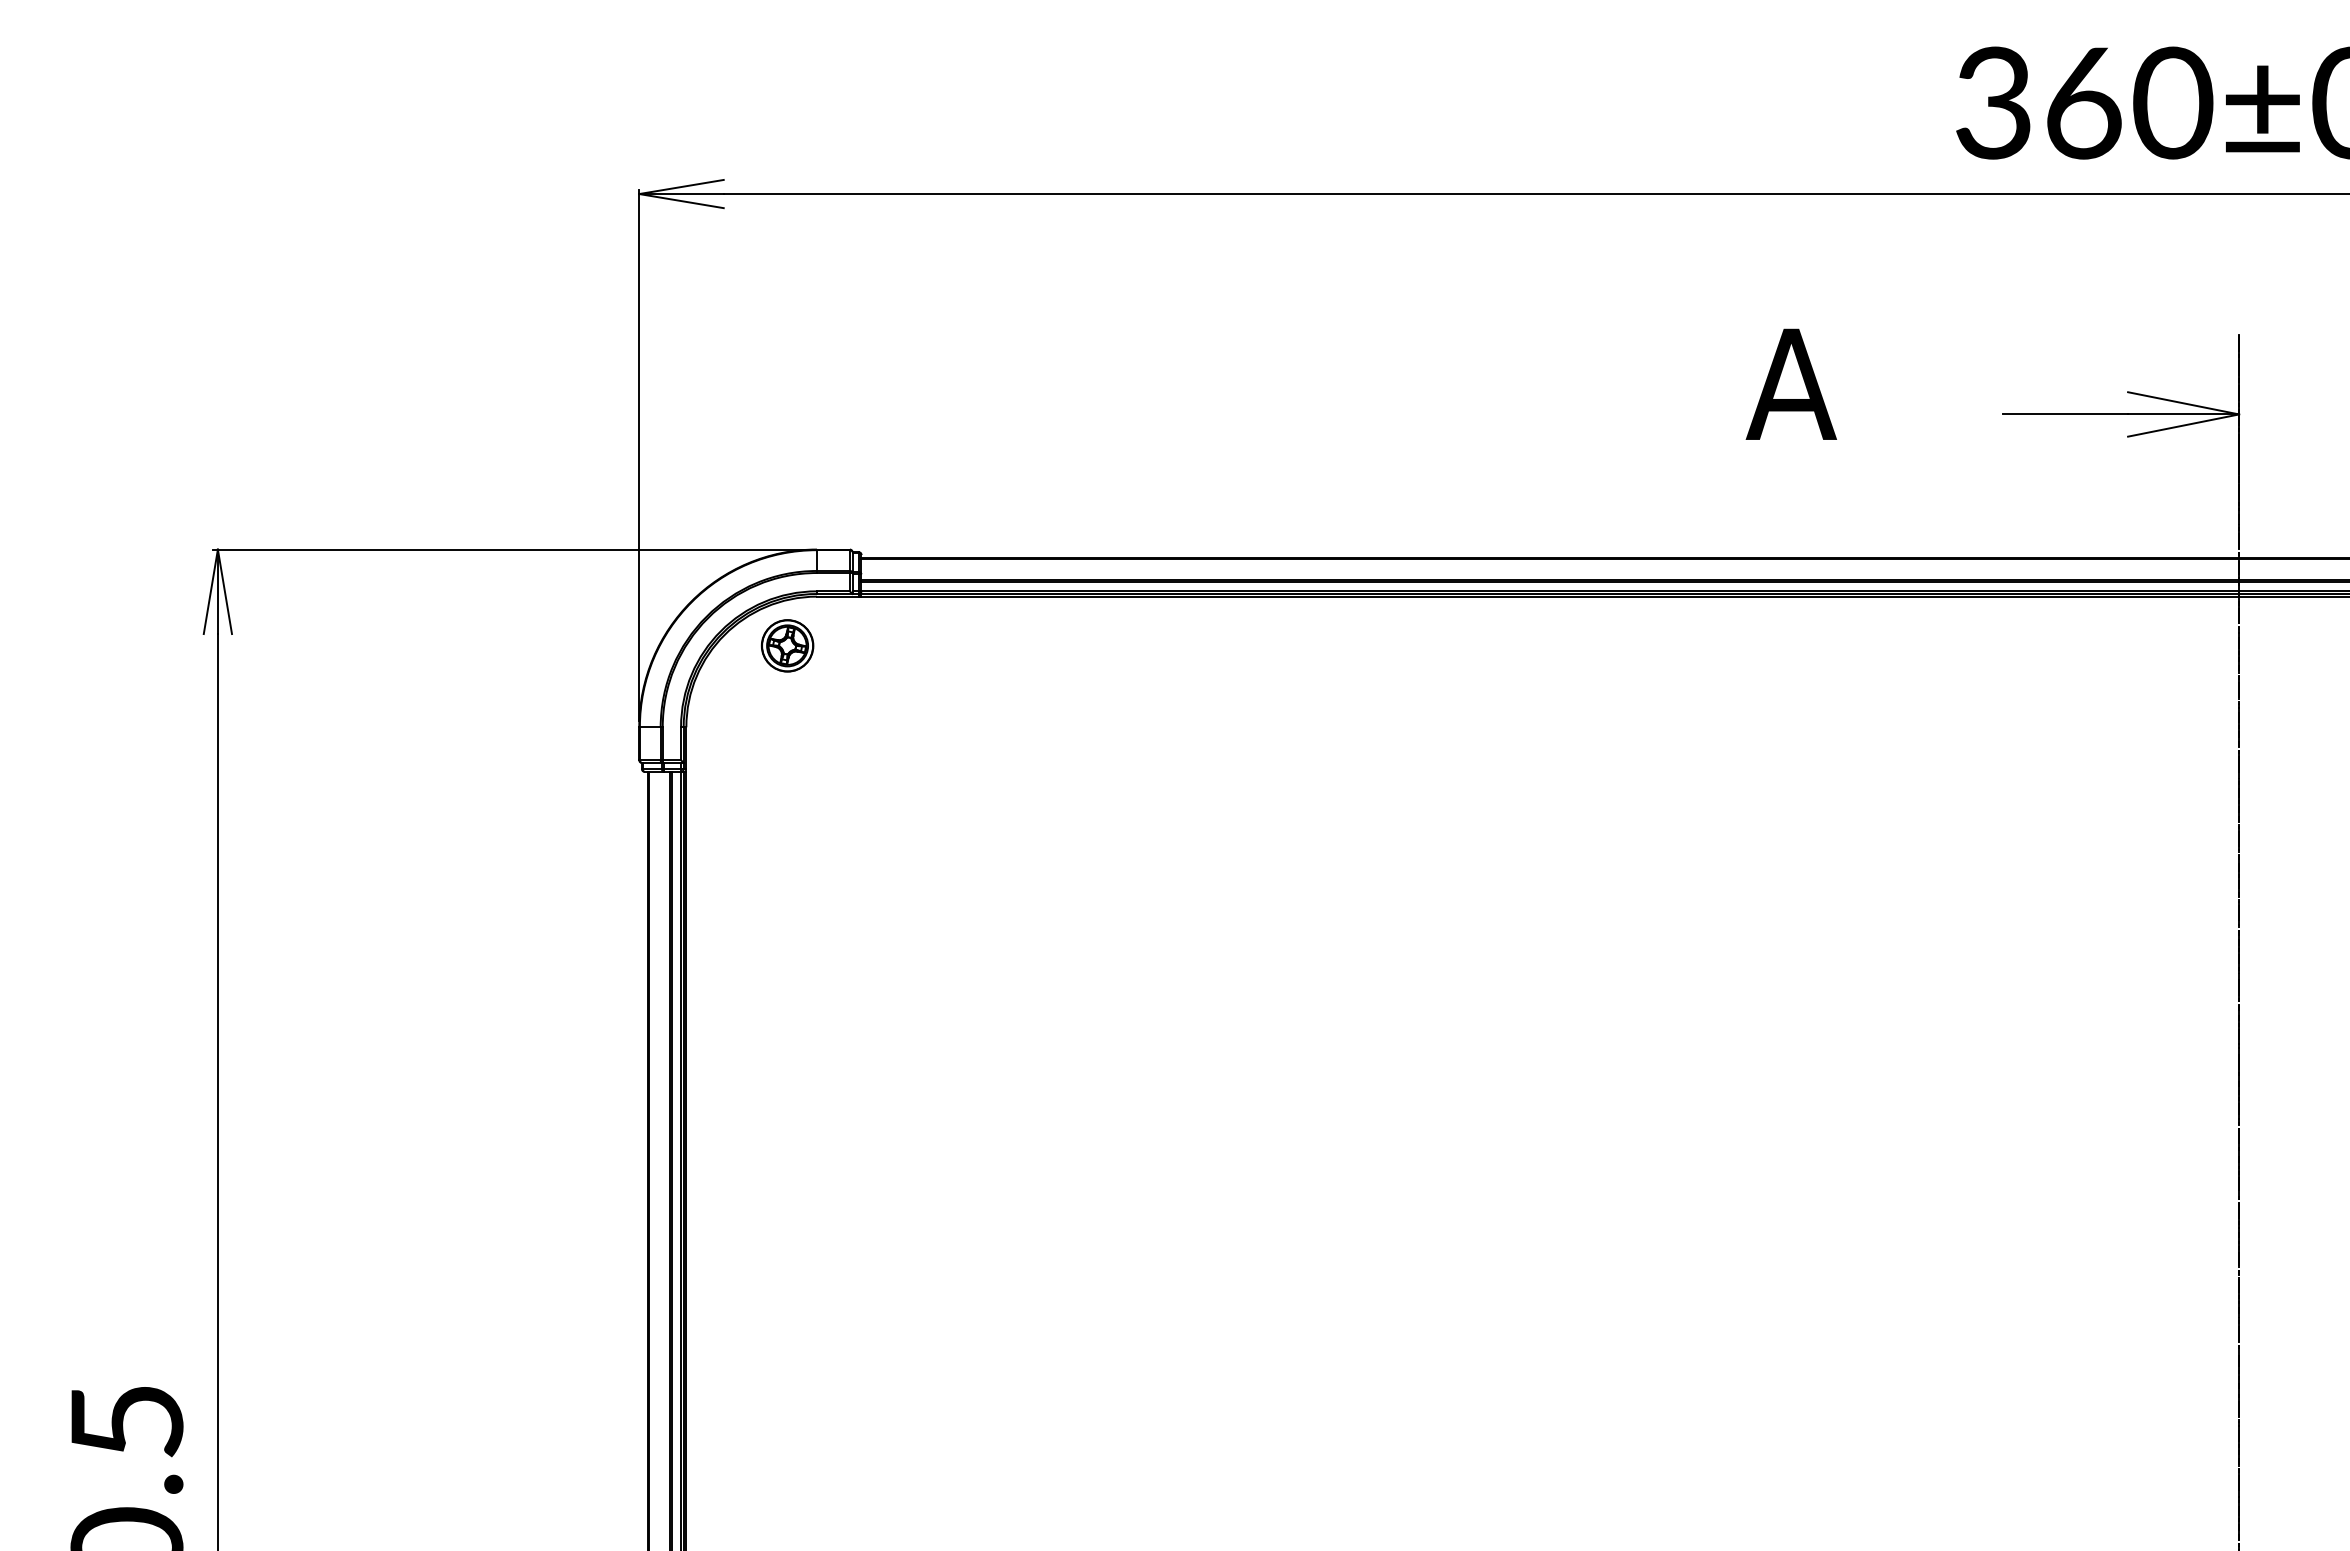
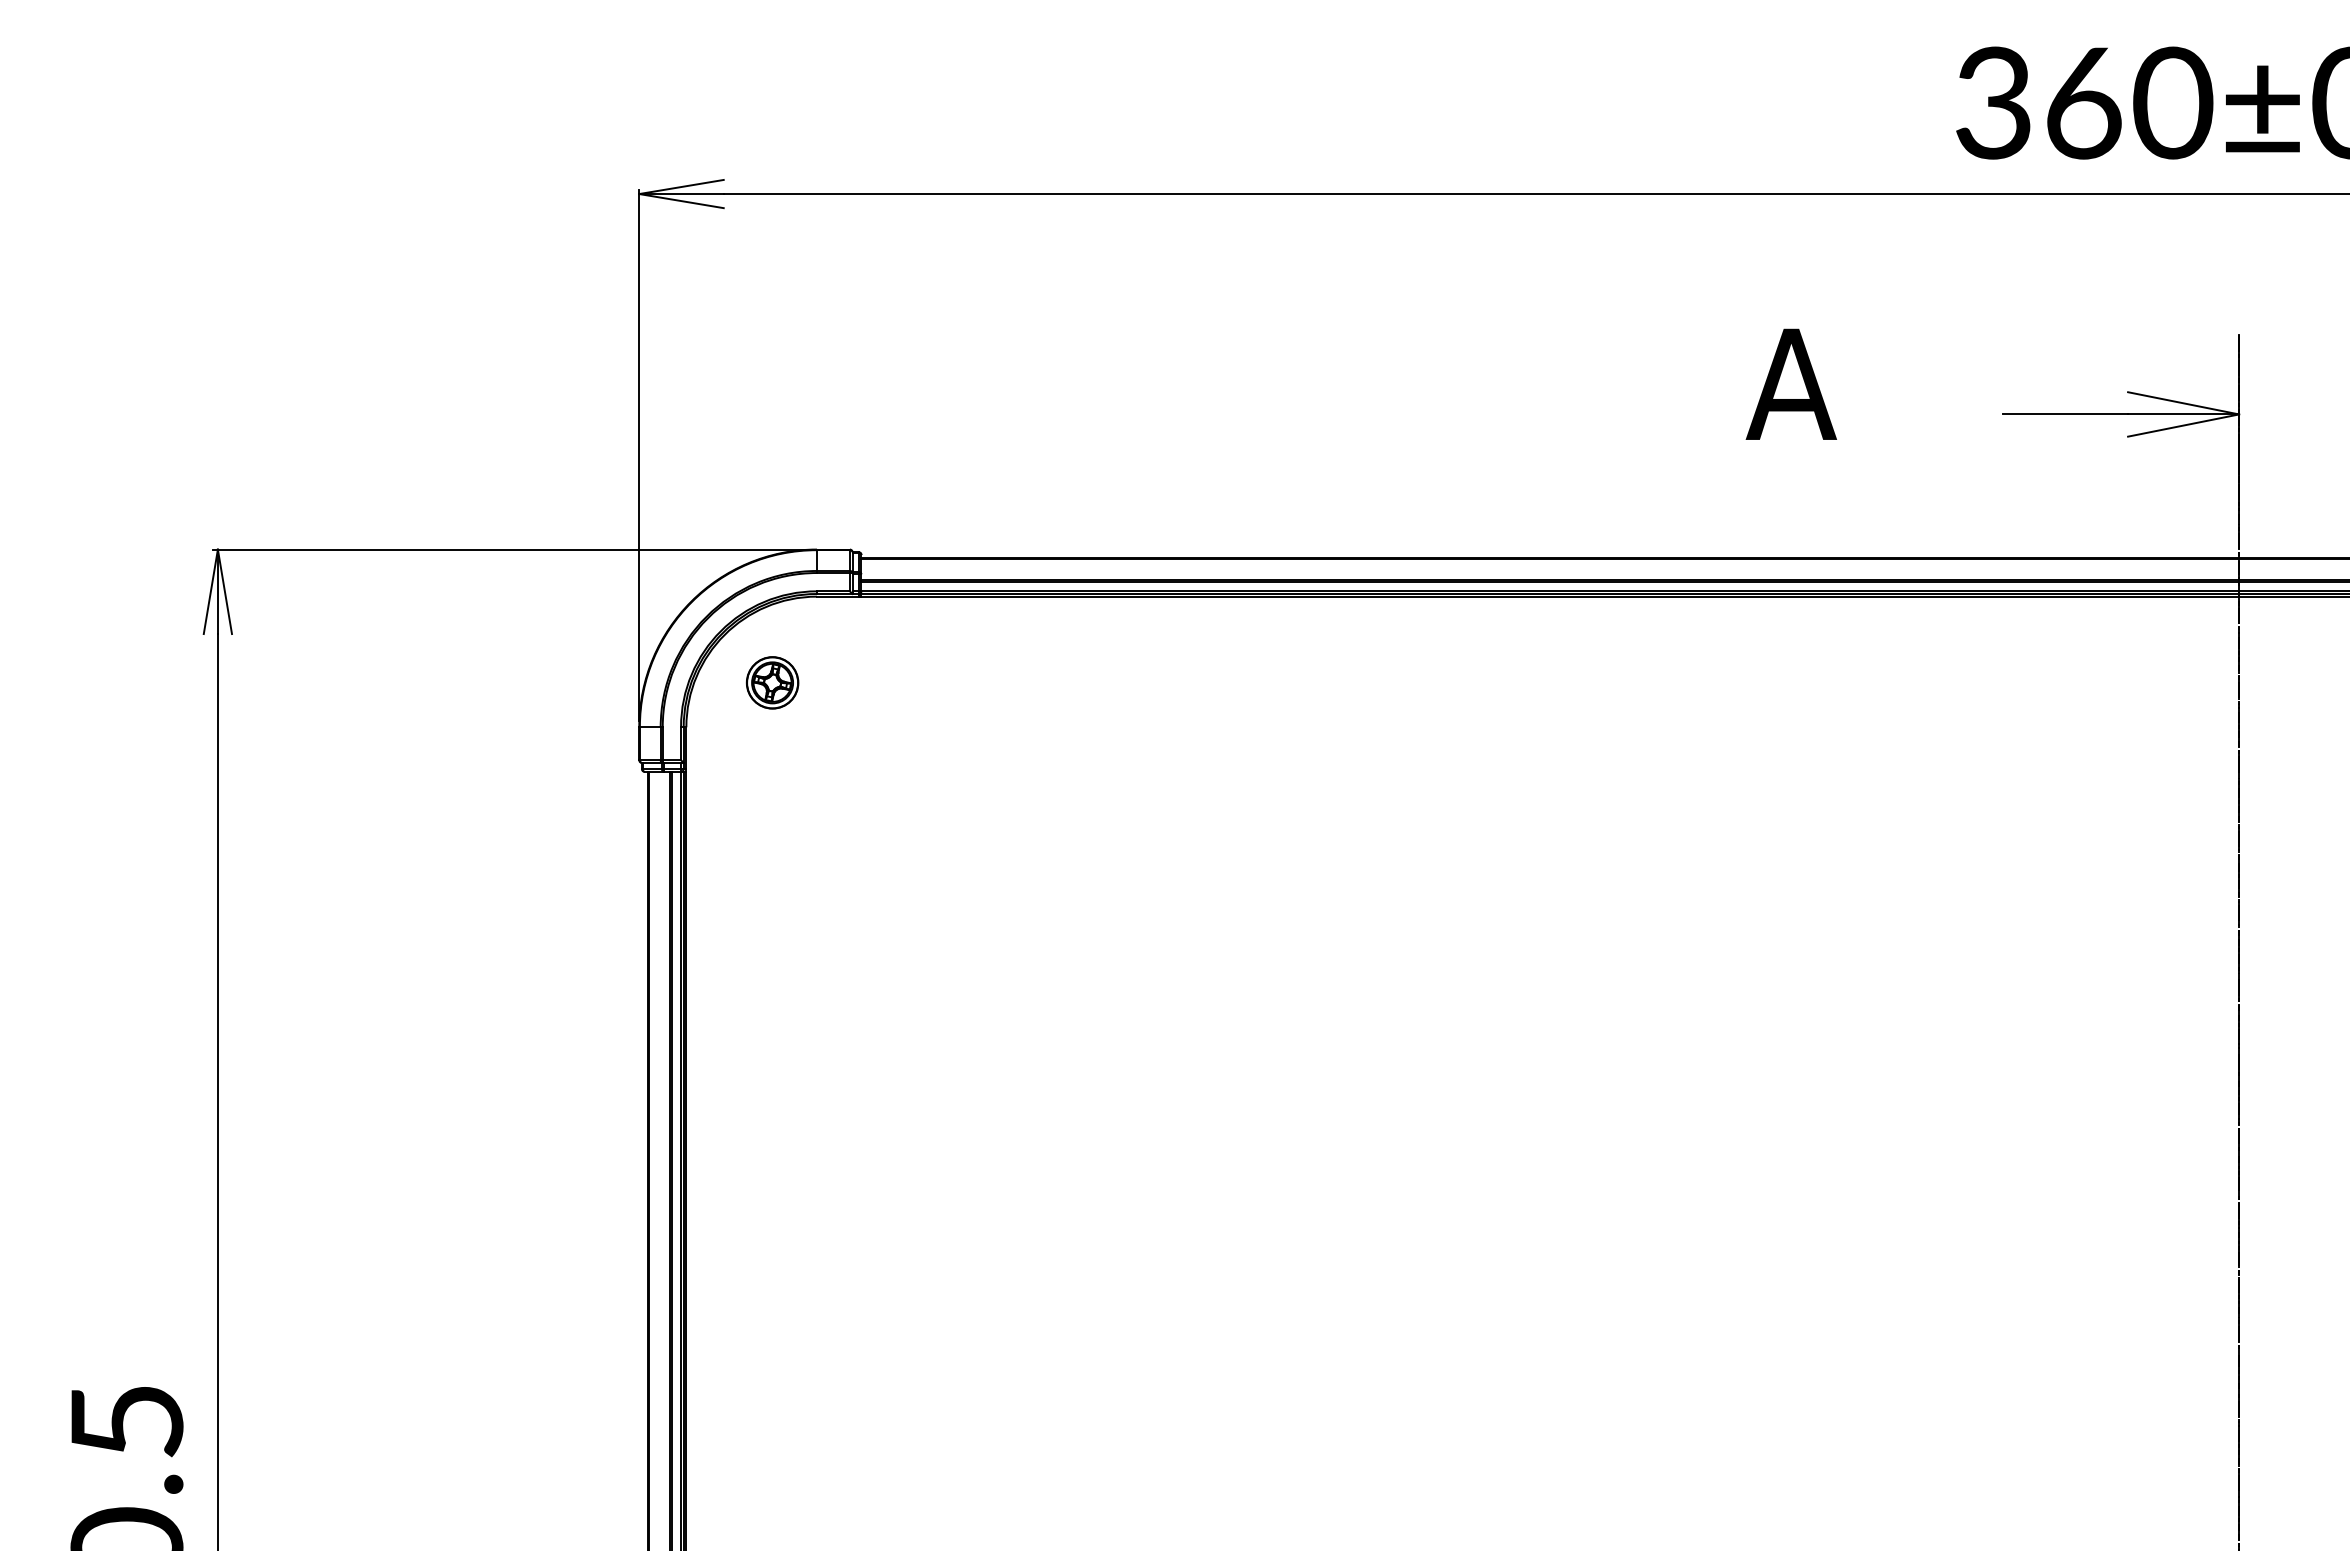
part at (787, 645) position: (787, 645) -> (772, 682)
